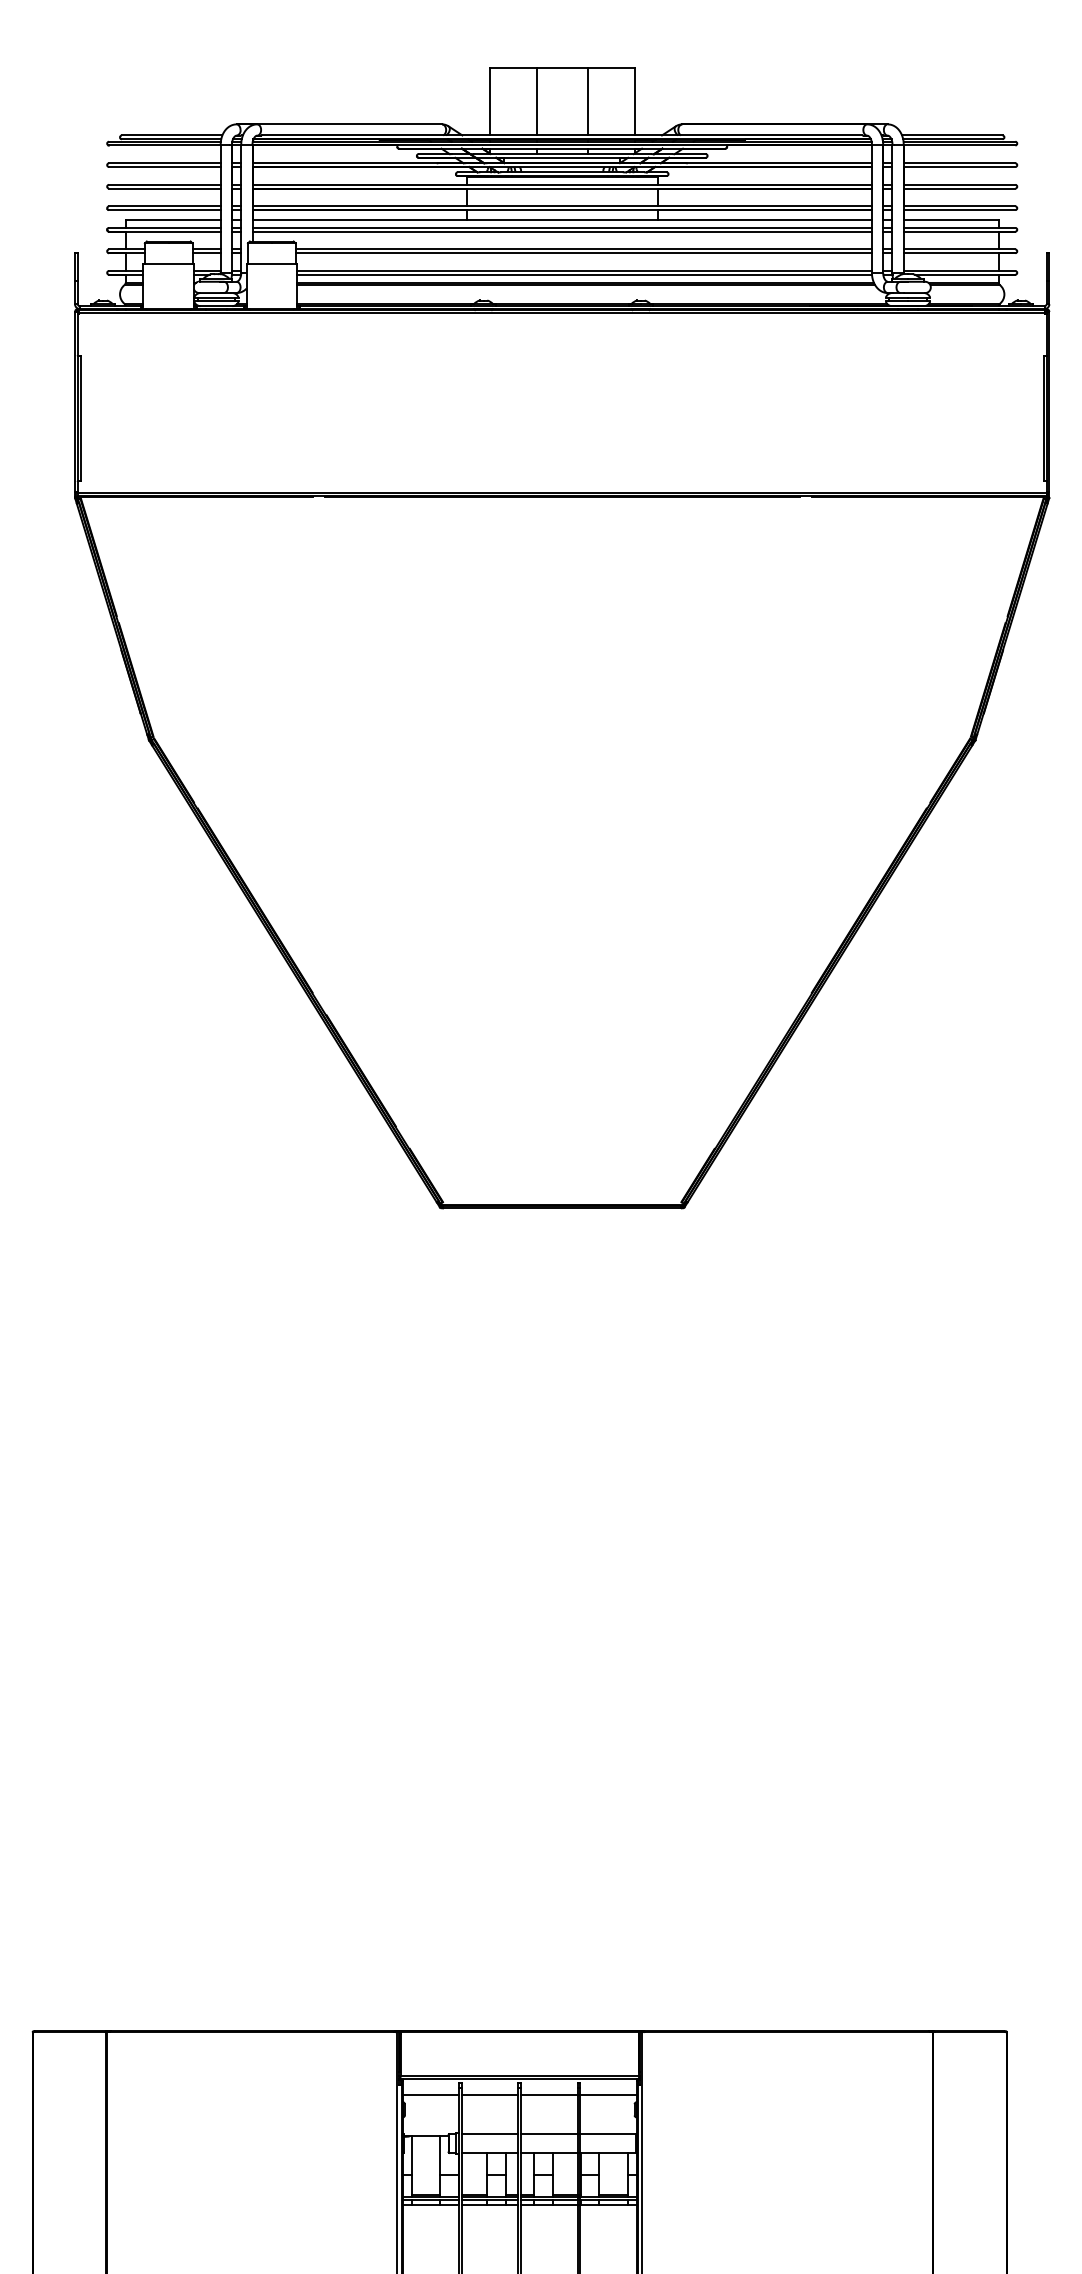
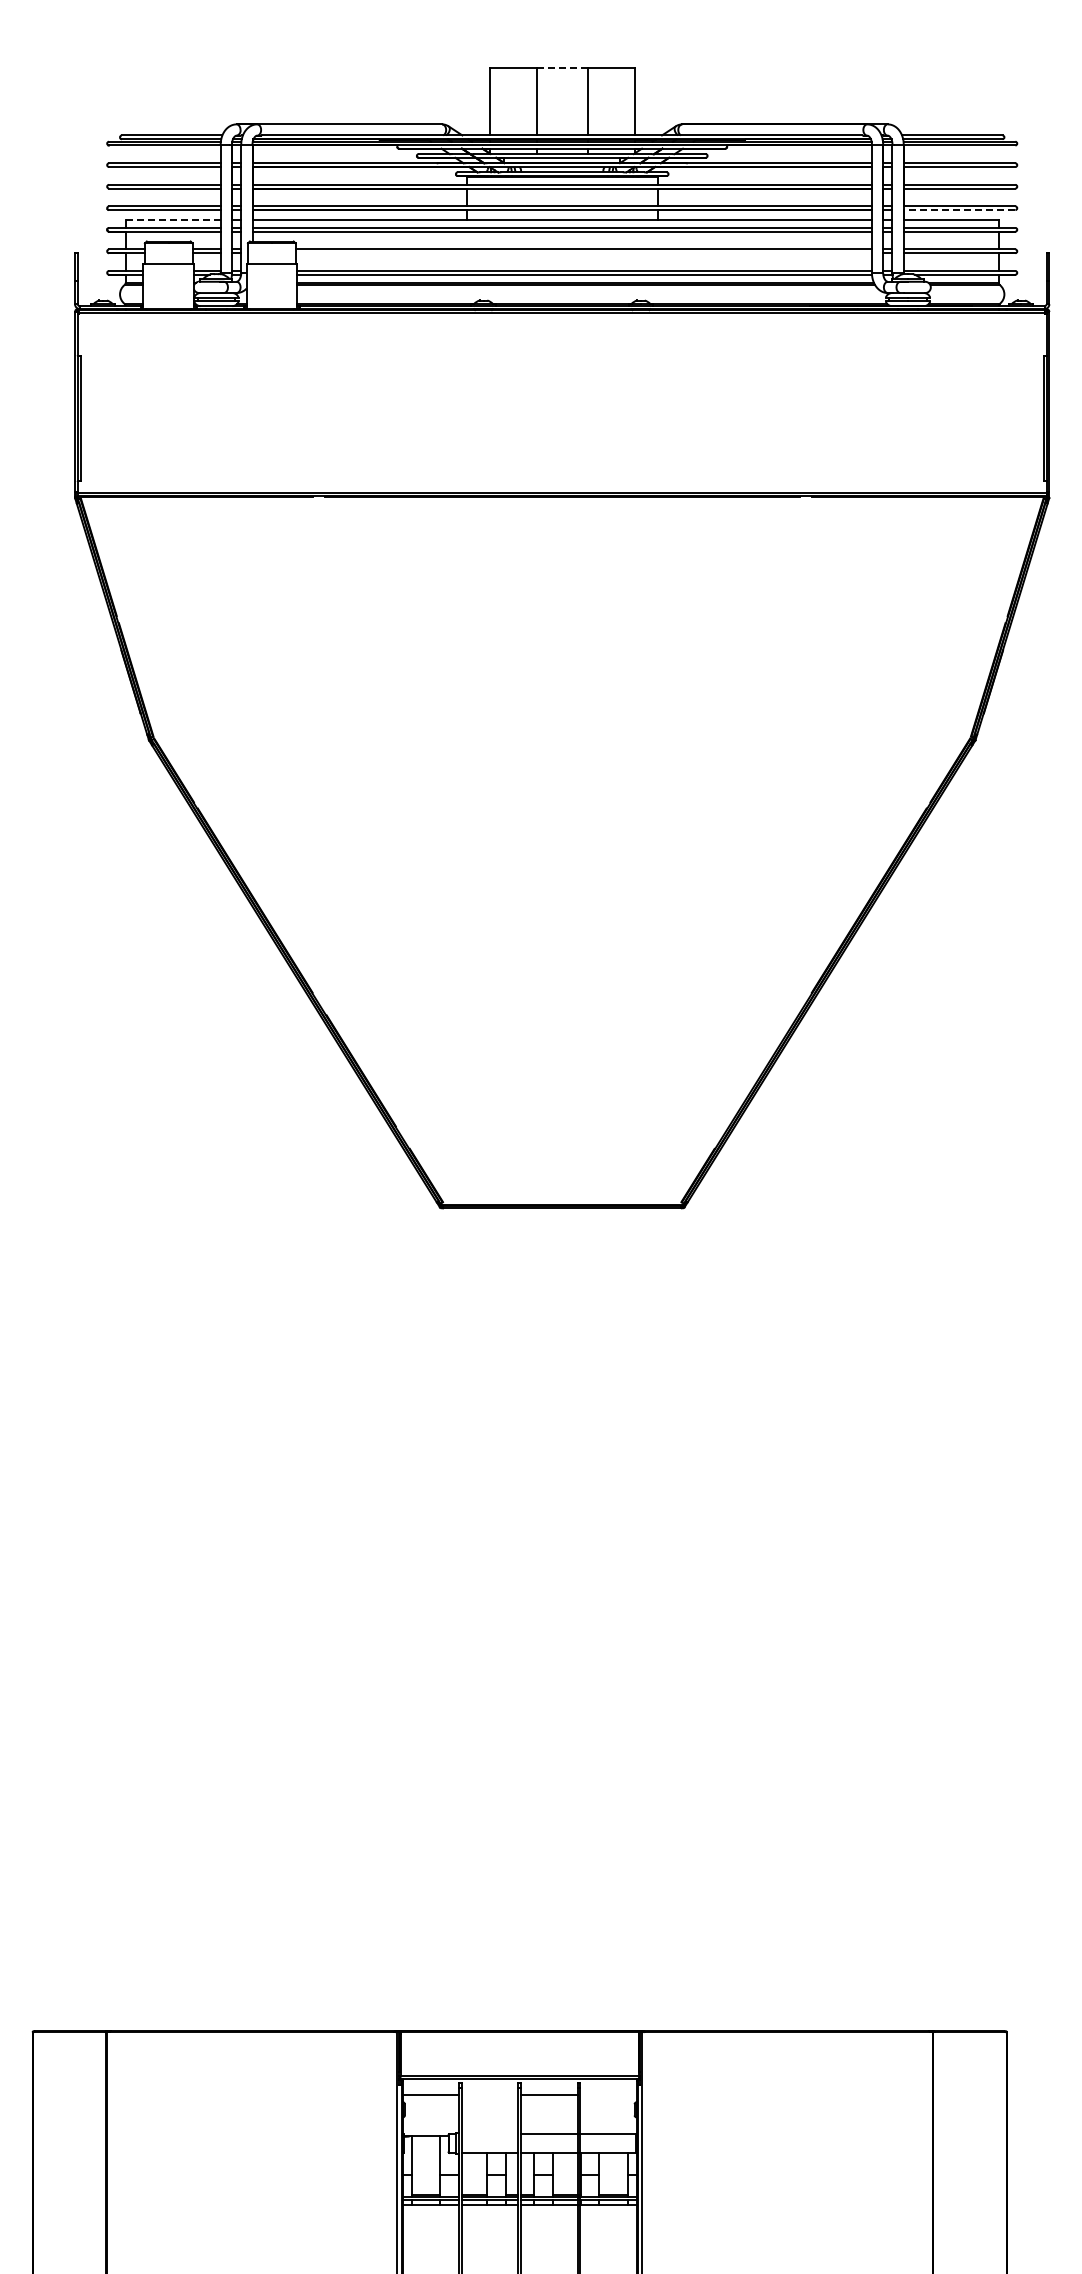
line at (561, 68): solid -> dashed
line at (959, 210): solid -> dashed
line at (173, 219): solid -> dashed
line at (583, 253): present -> none
line at (489, 2094): present -> none
line at (608, 2094): present -> none
line at (489, 2134): present -> none
